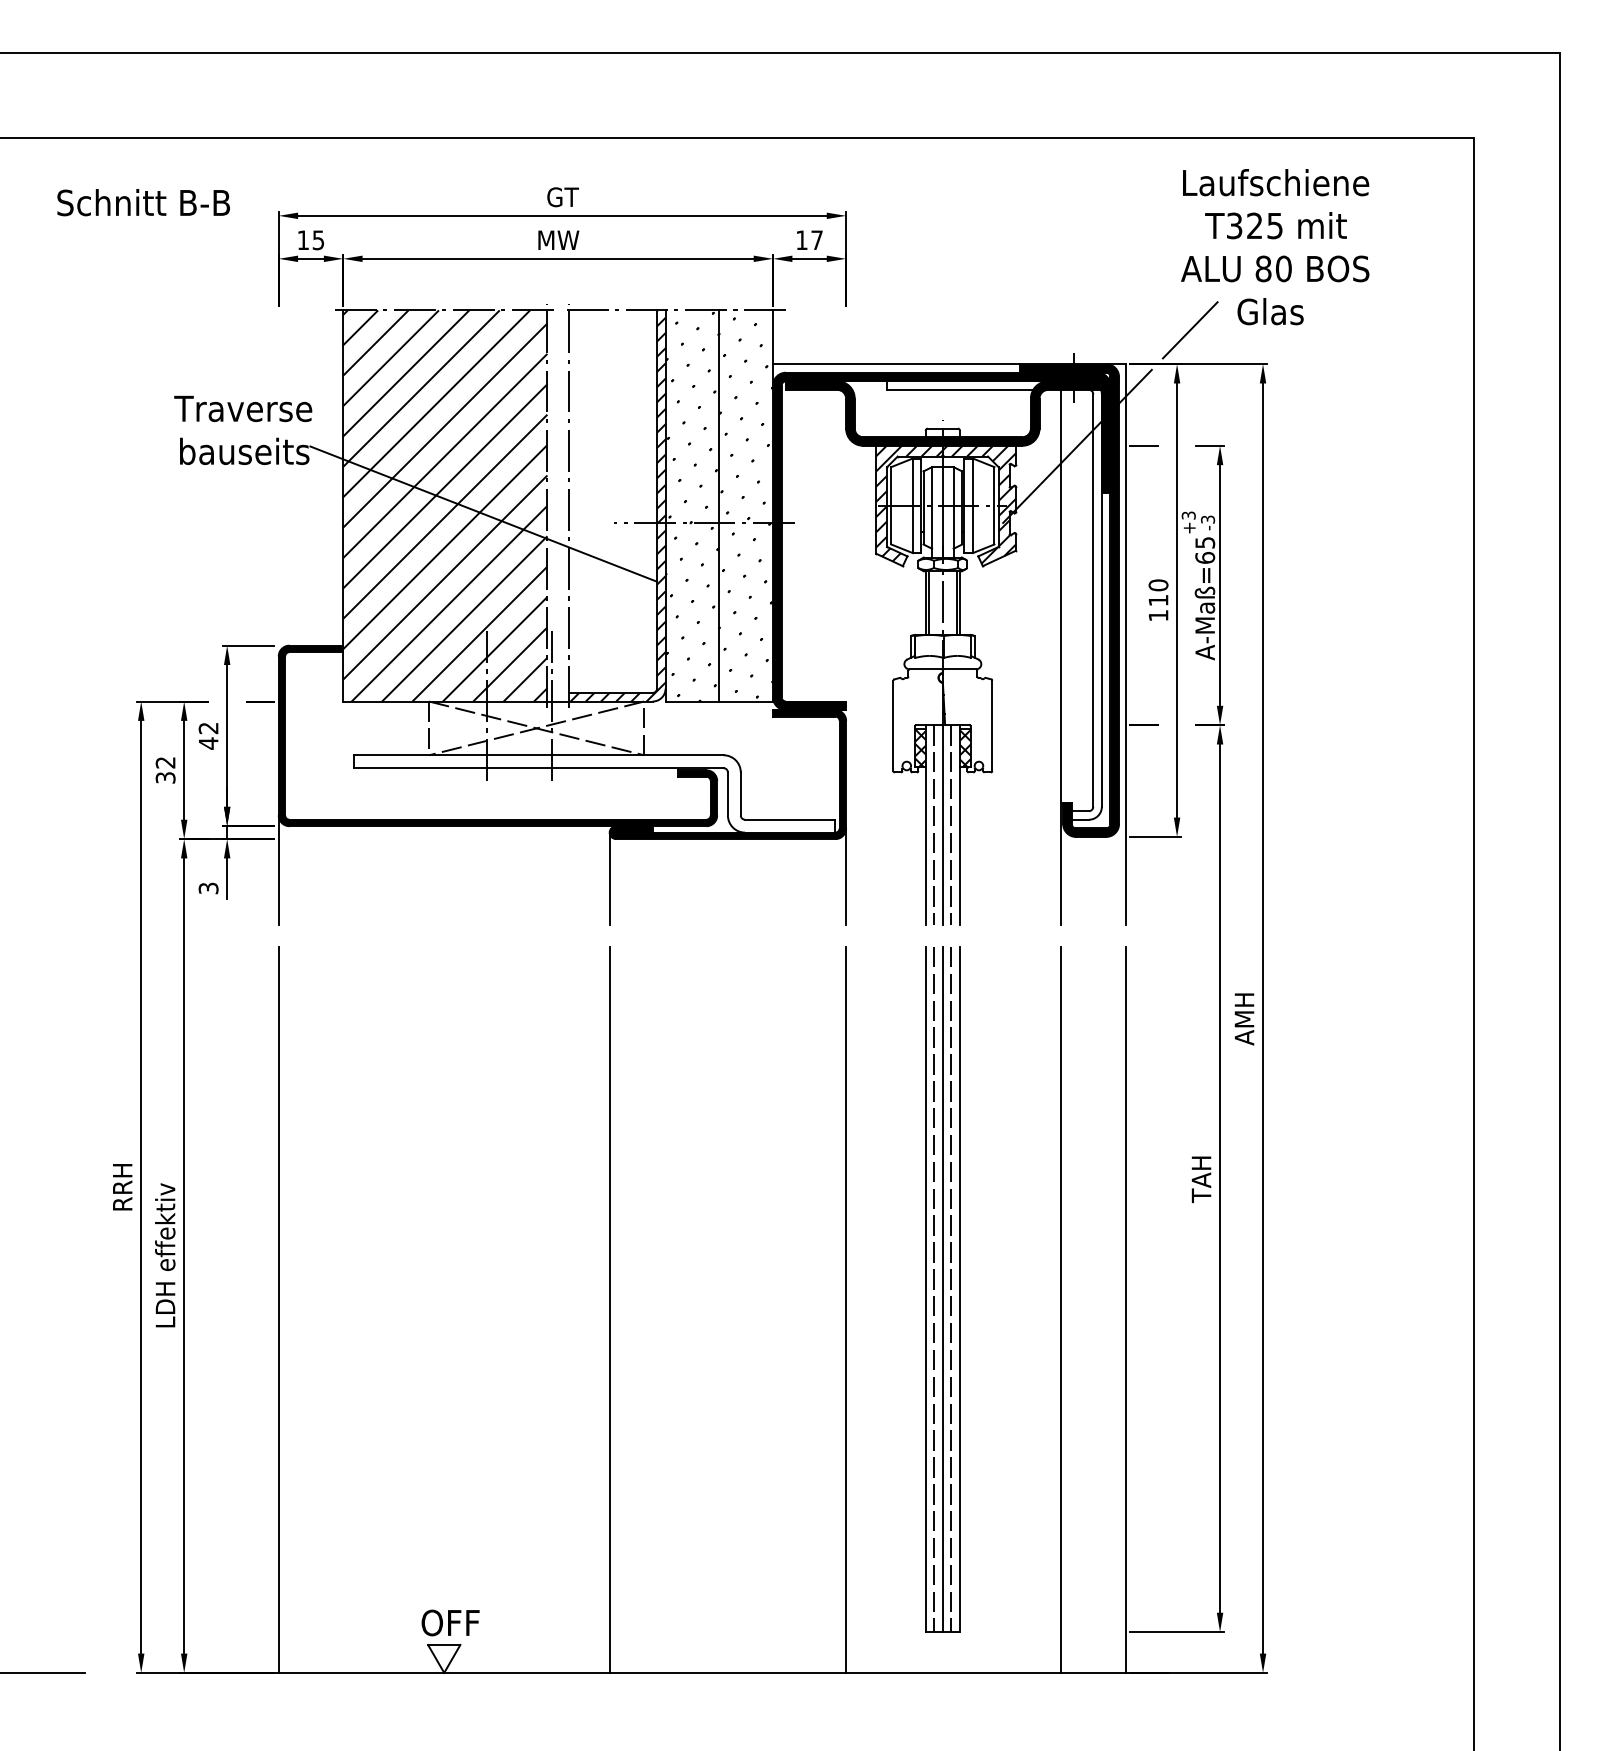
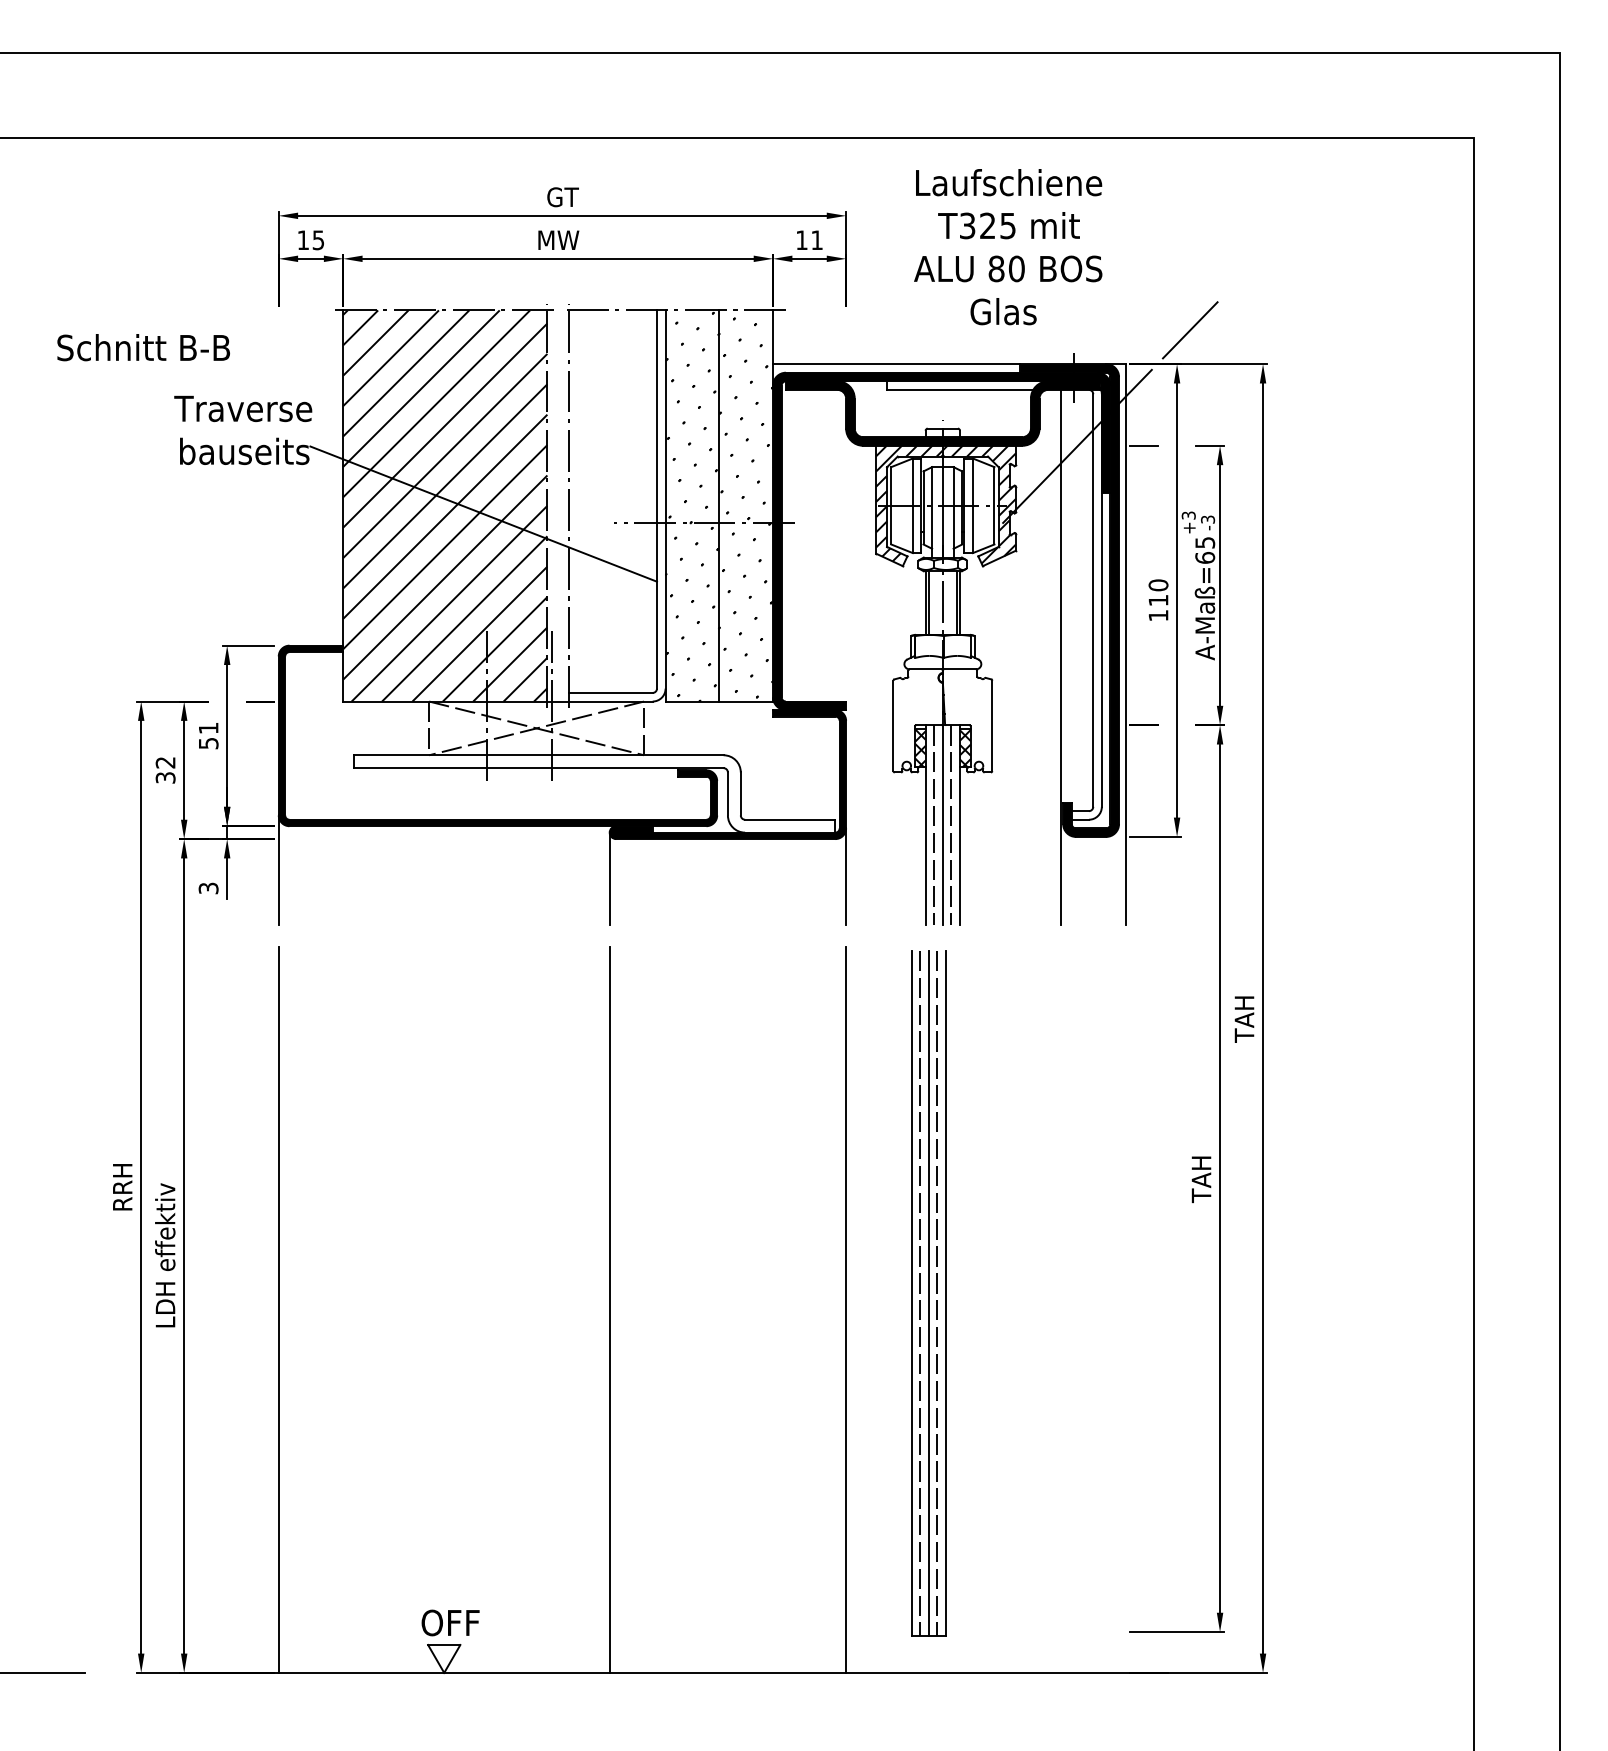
text at (143, 202) position: (143, 202) -> (143, 347)
text at (816, 239): 17 -> 11
text at (1275, 247) position: (1275, 247) -> (1008, 247)
hatch at (617, 505): present -> none
text at (208, 736): 42 -> 51
text at (1244, 1019): AMH -> TAH
part at (942, 1289) position: (942, 1289) -> (928, 1293)
line at (1061, 1309): present -> none
line at (1125, 1309): present -> none
